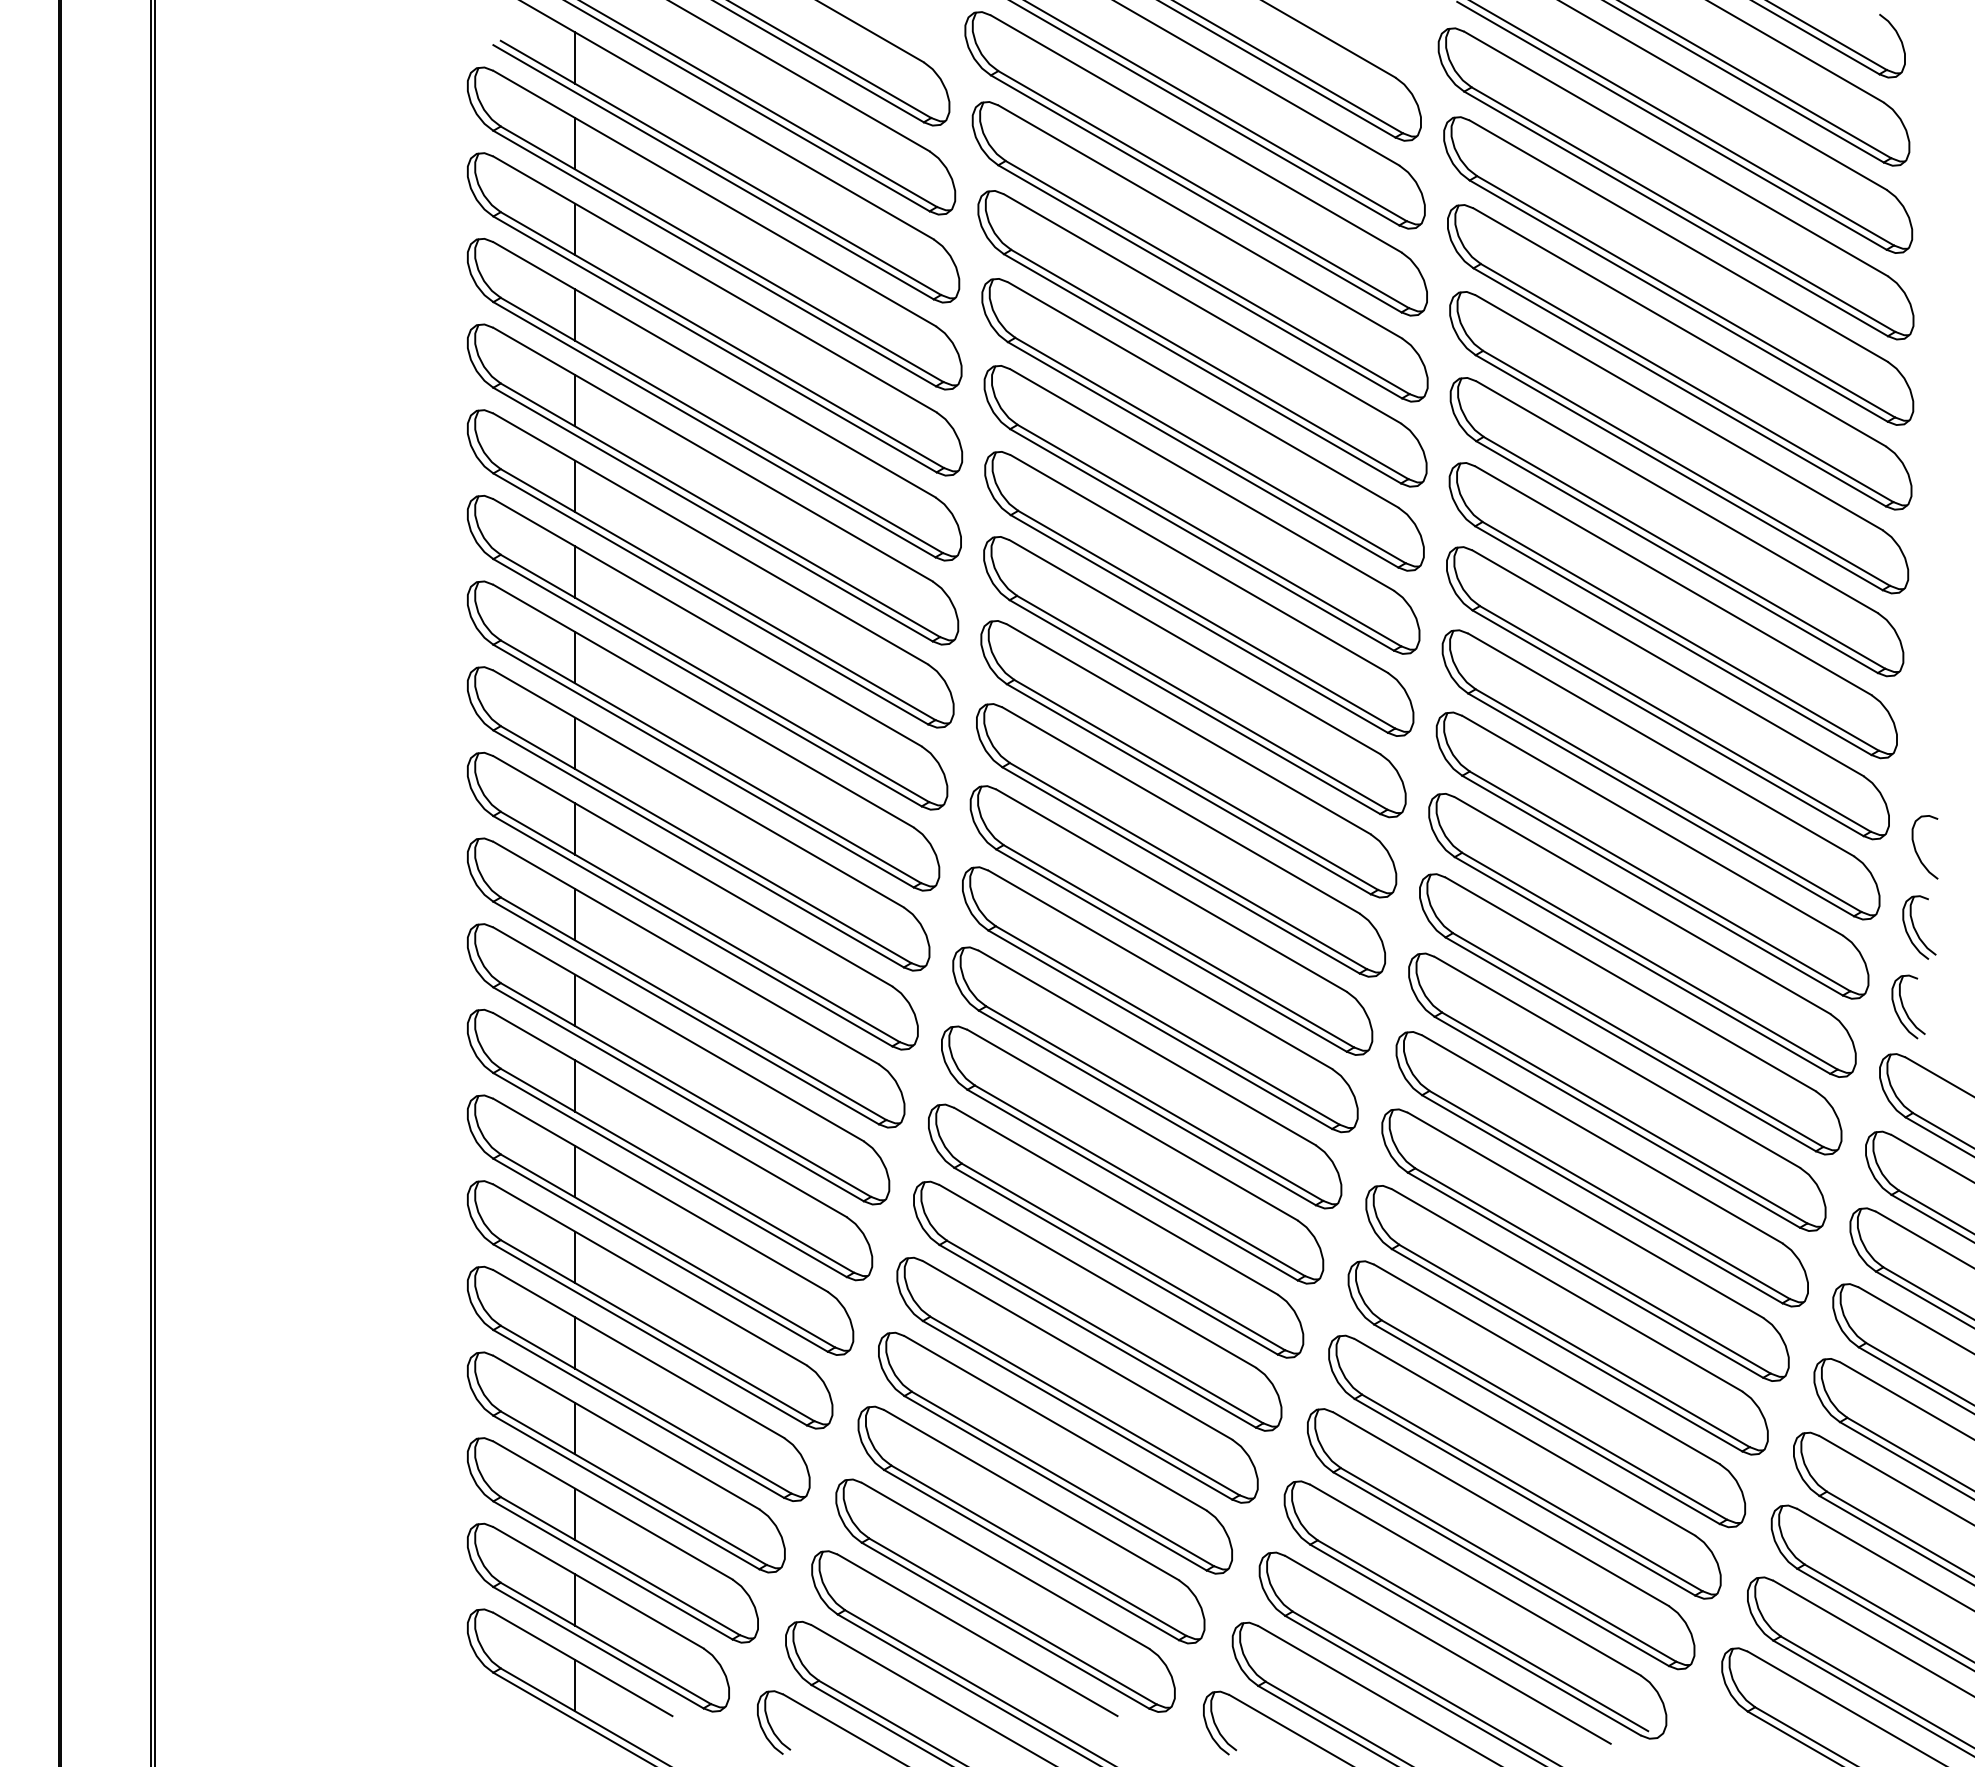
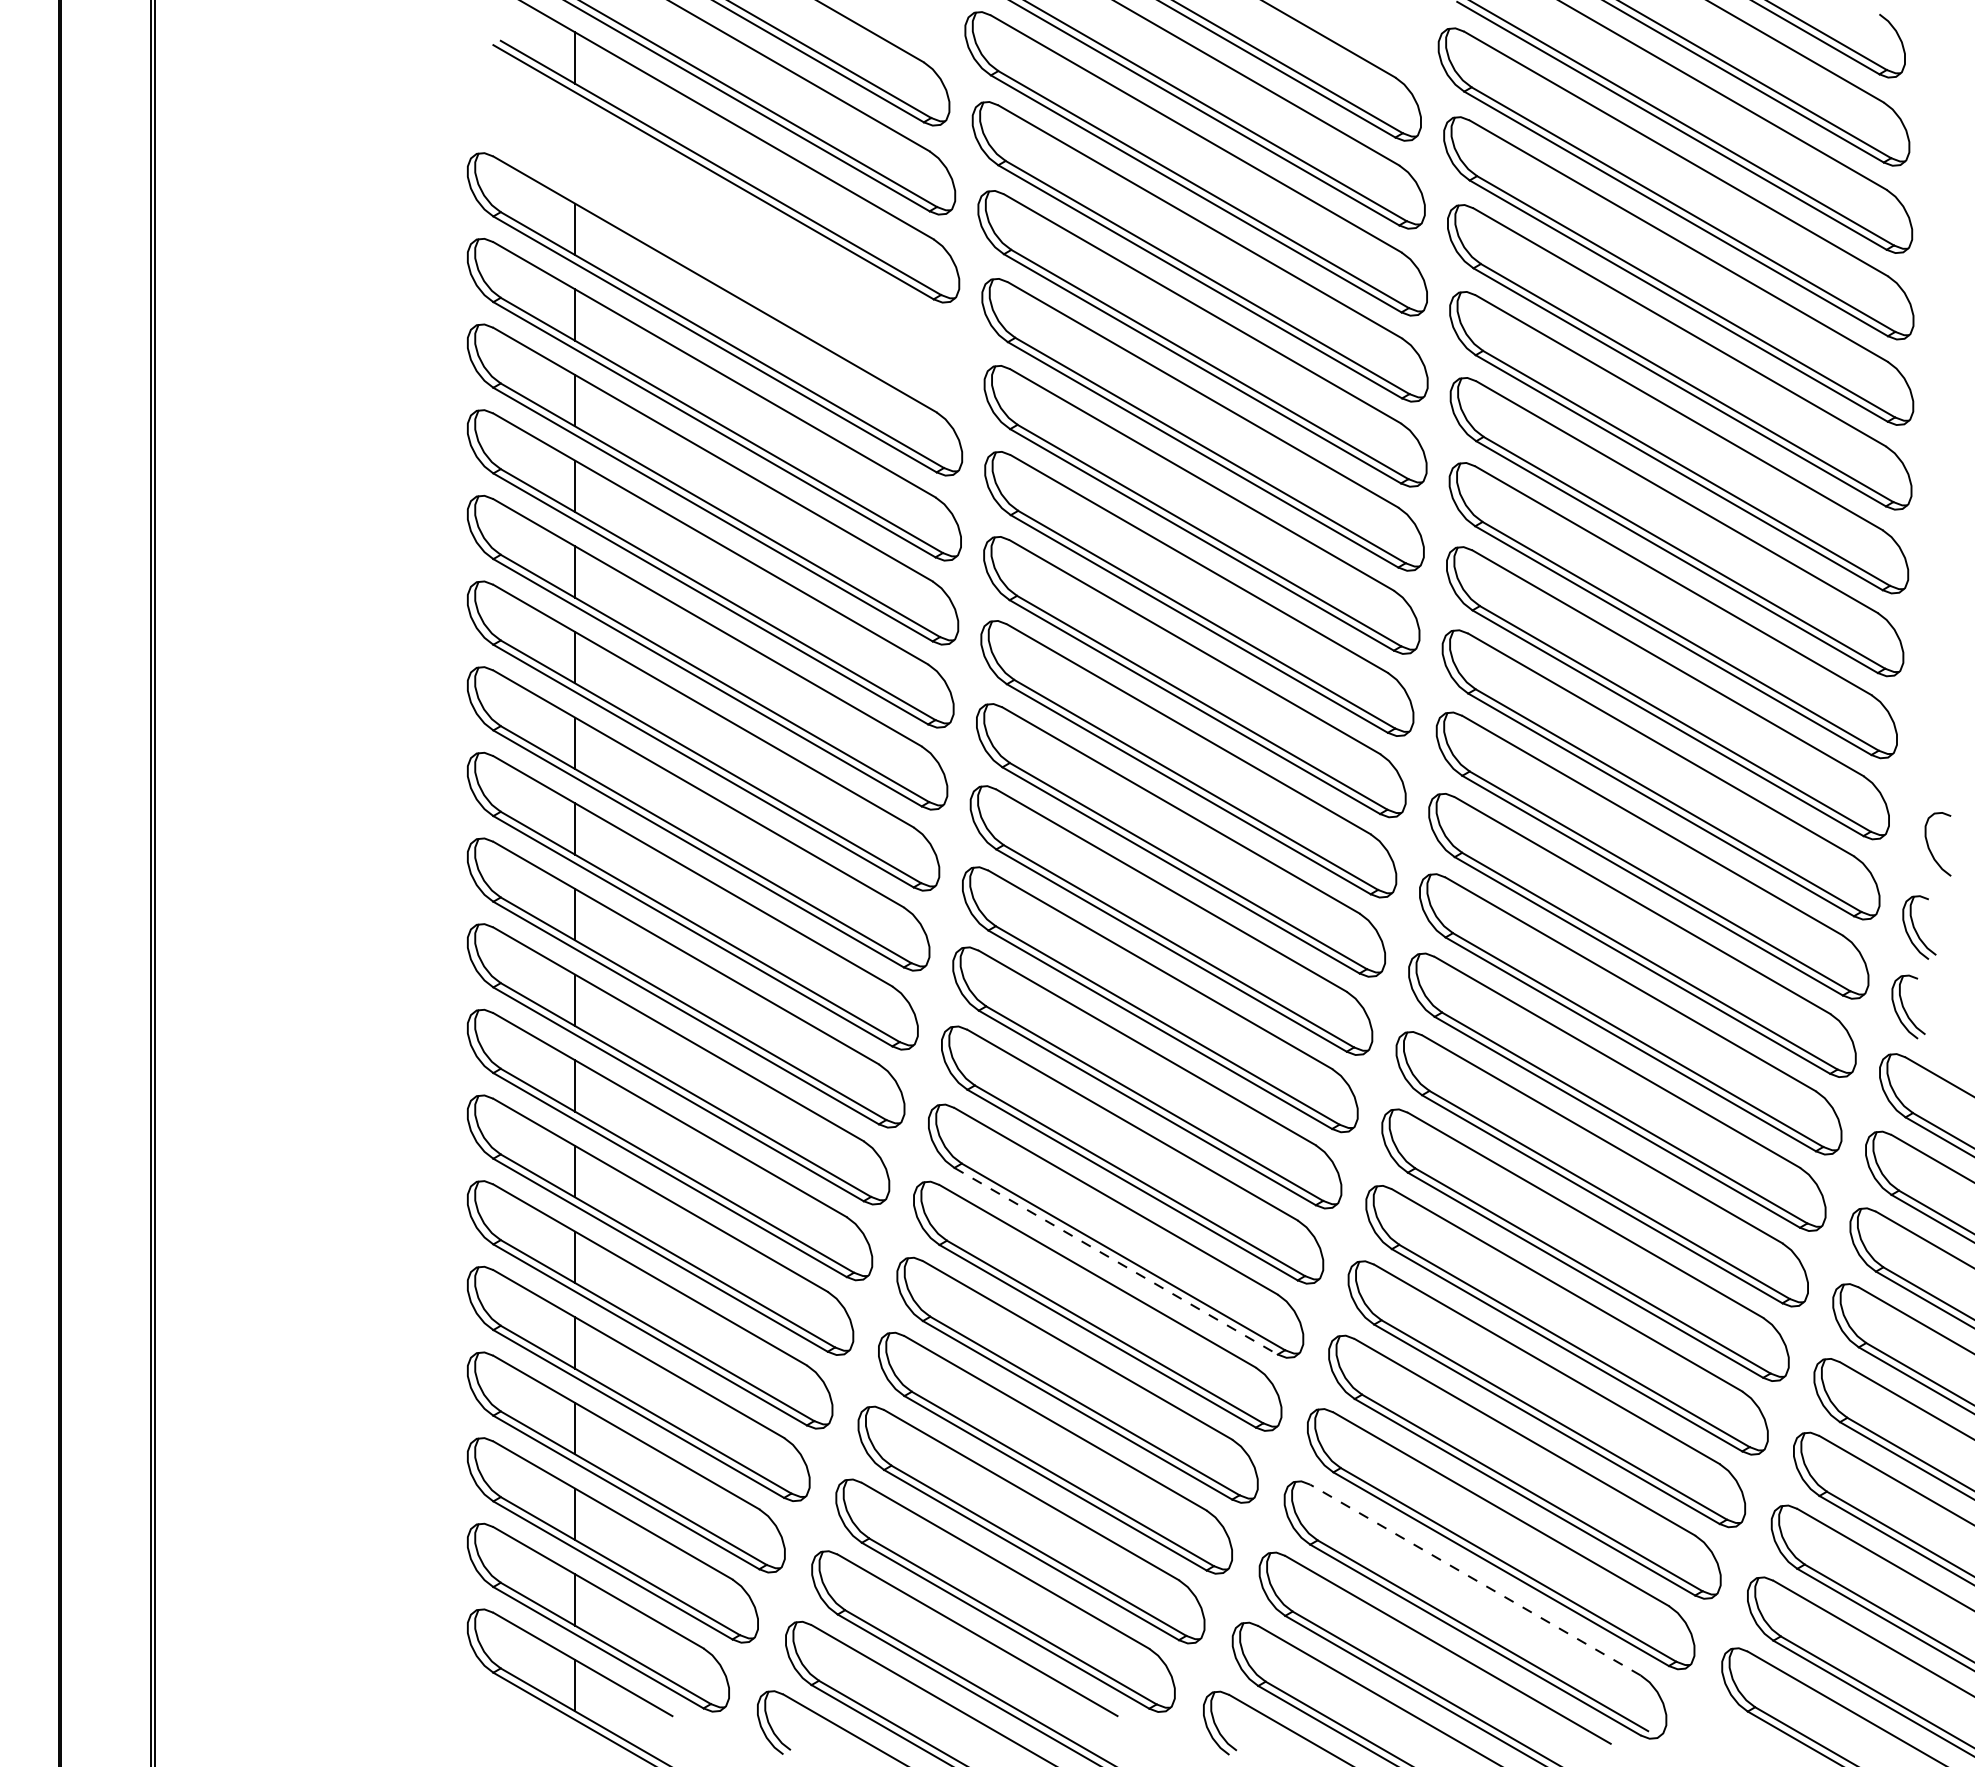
part at (714, 228): present -> none
curve at (1916, 849) position: (1916, 849) -> (1929, 846)
line at (1116, 1261): solid -> dashed
line at (1475, 1580): solid -> dashed
